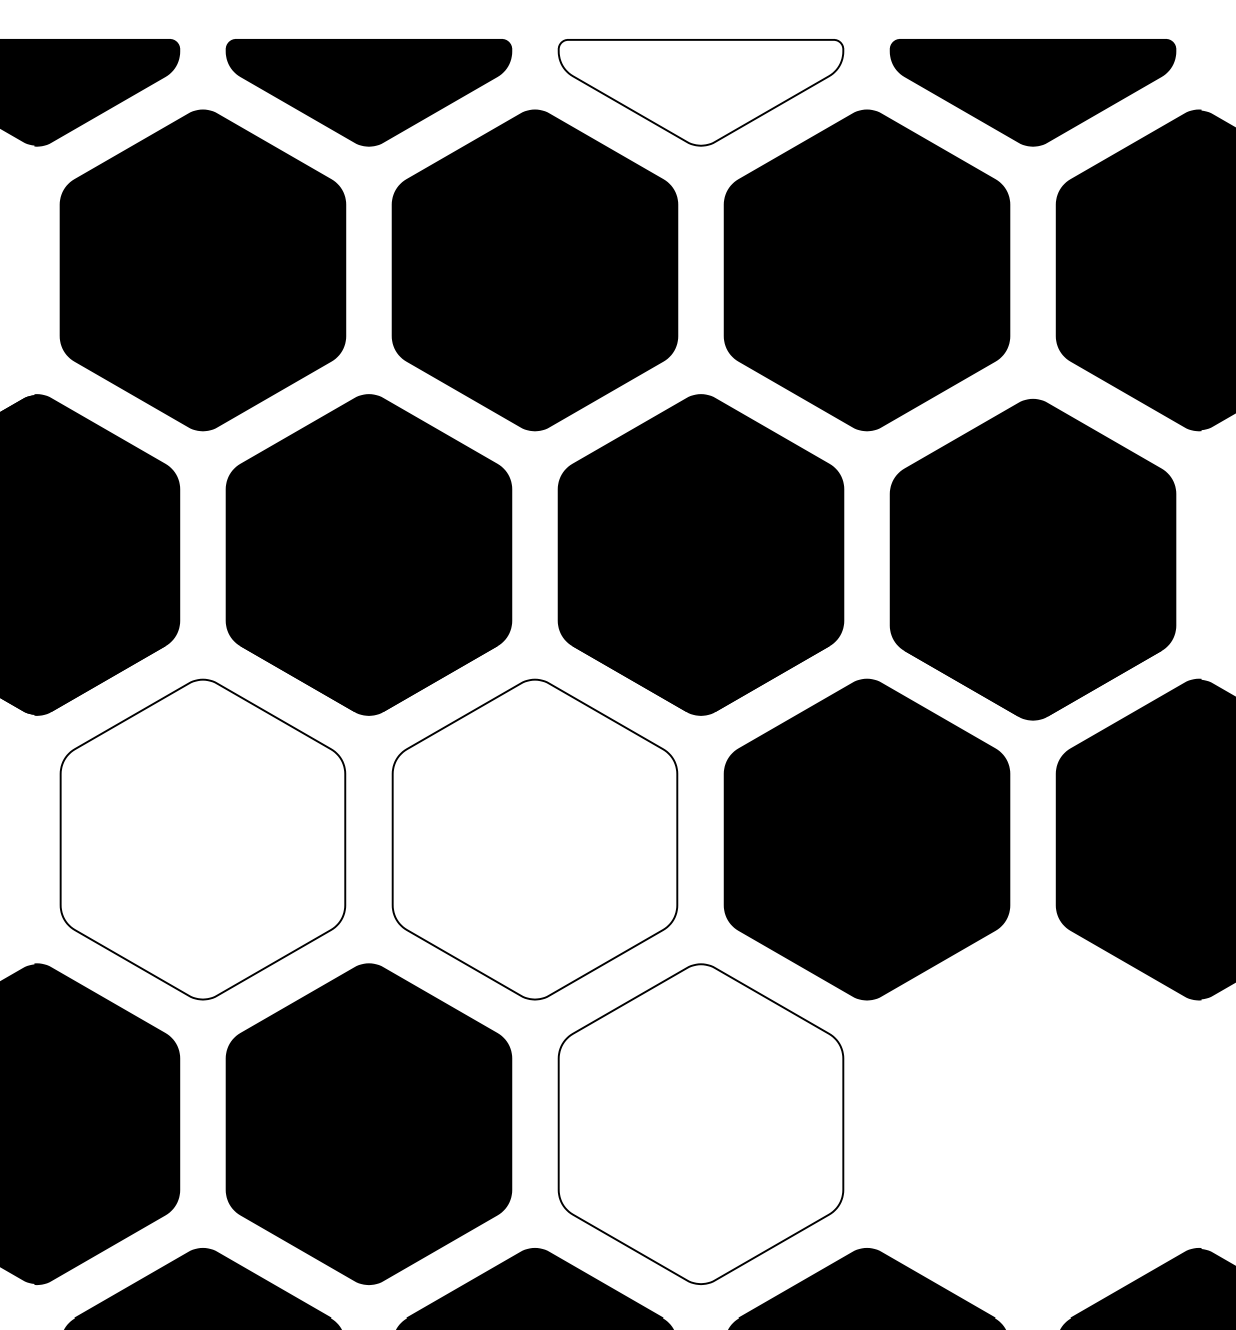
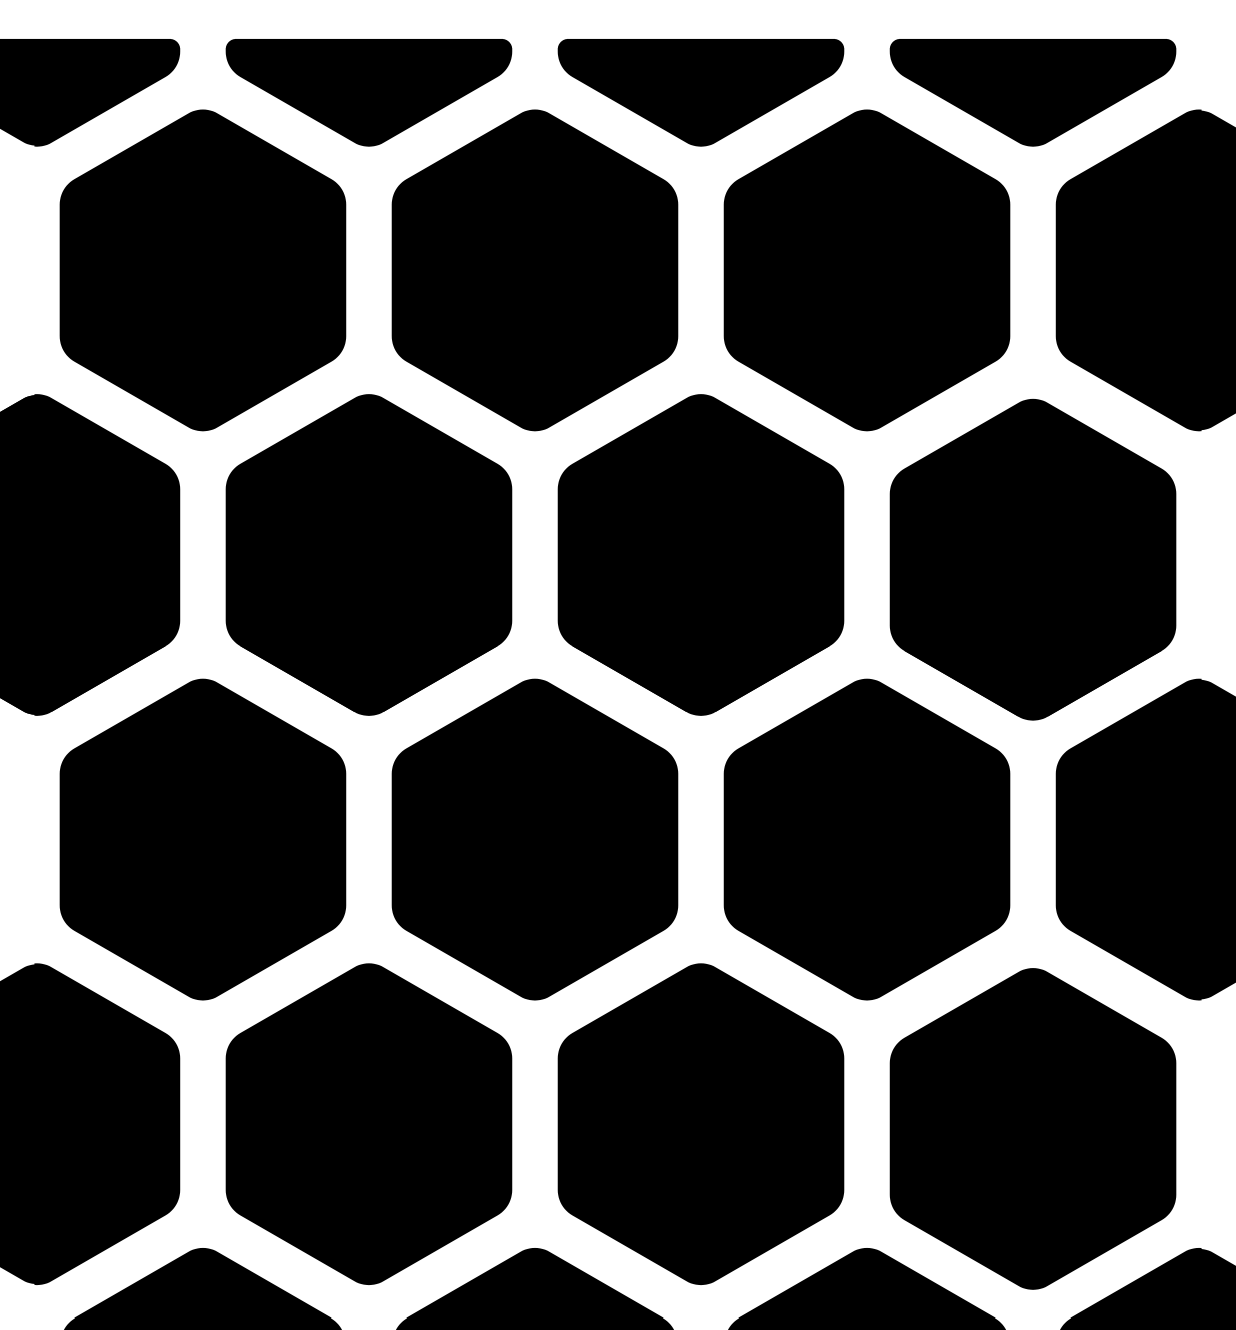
fill at (700, 92): none -> present
fill at (202, 839): none -> present
fill at (534, 839): none -> present
fill at (700, 1124): none -> present
part at (1032, 1128): none -> present
